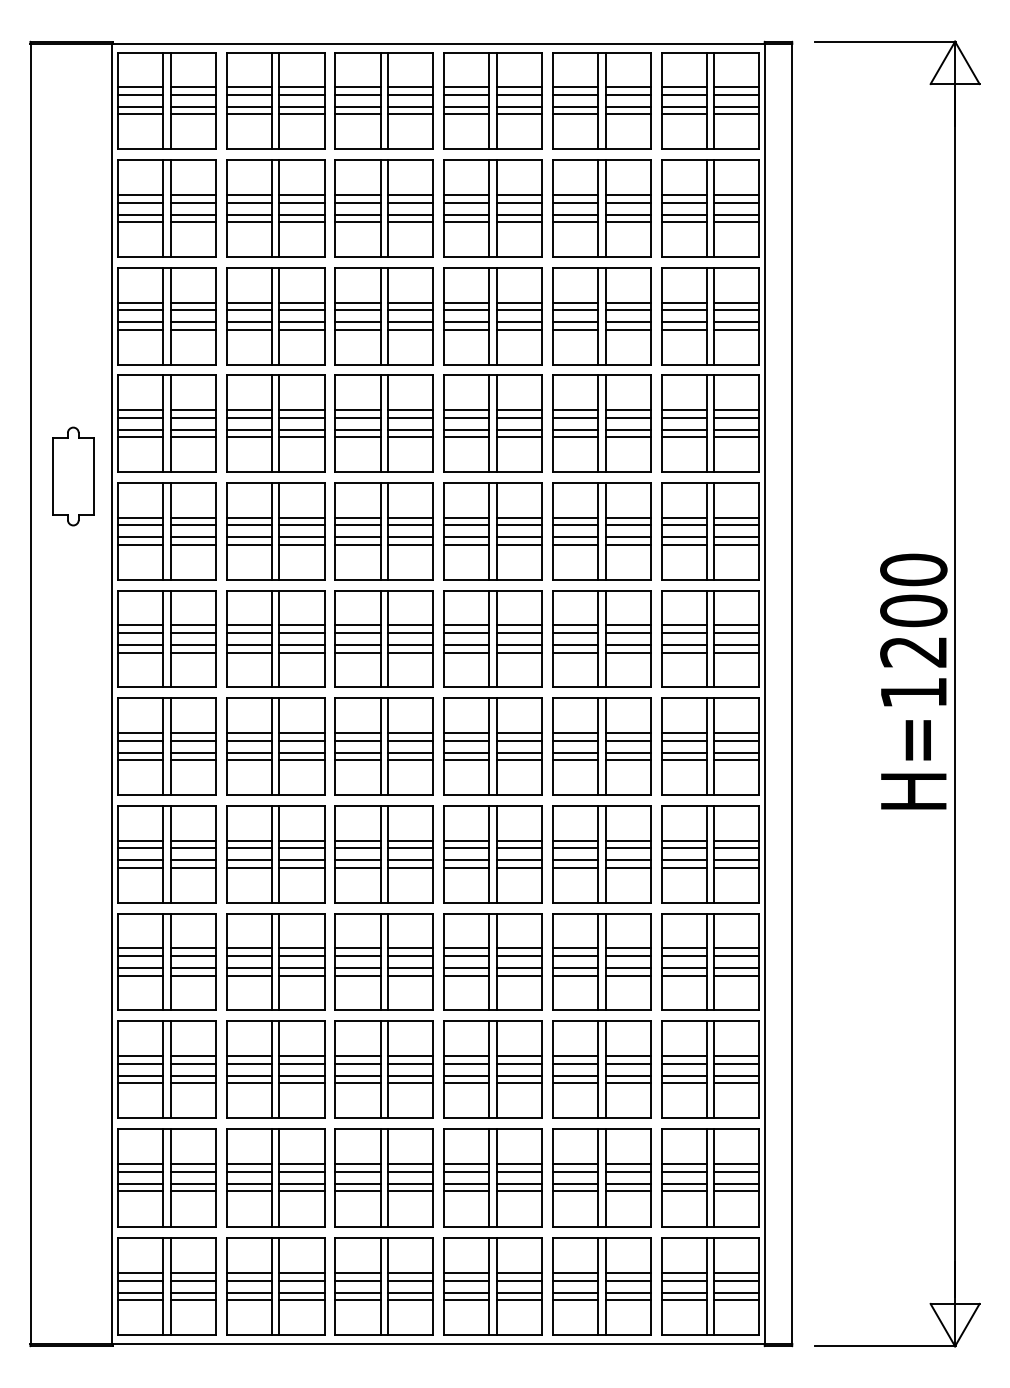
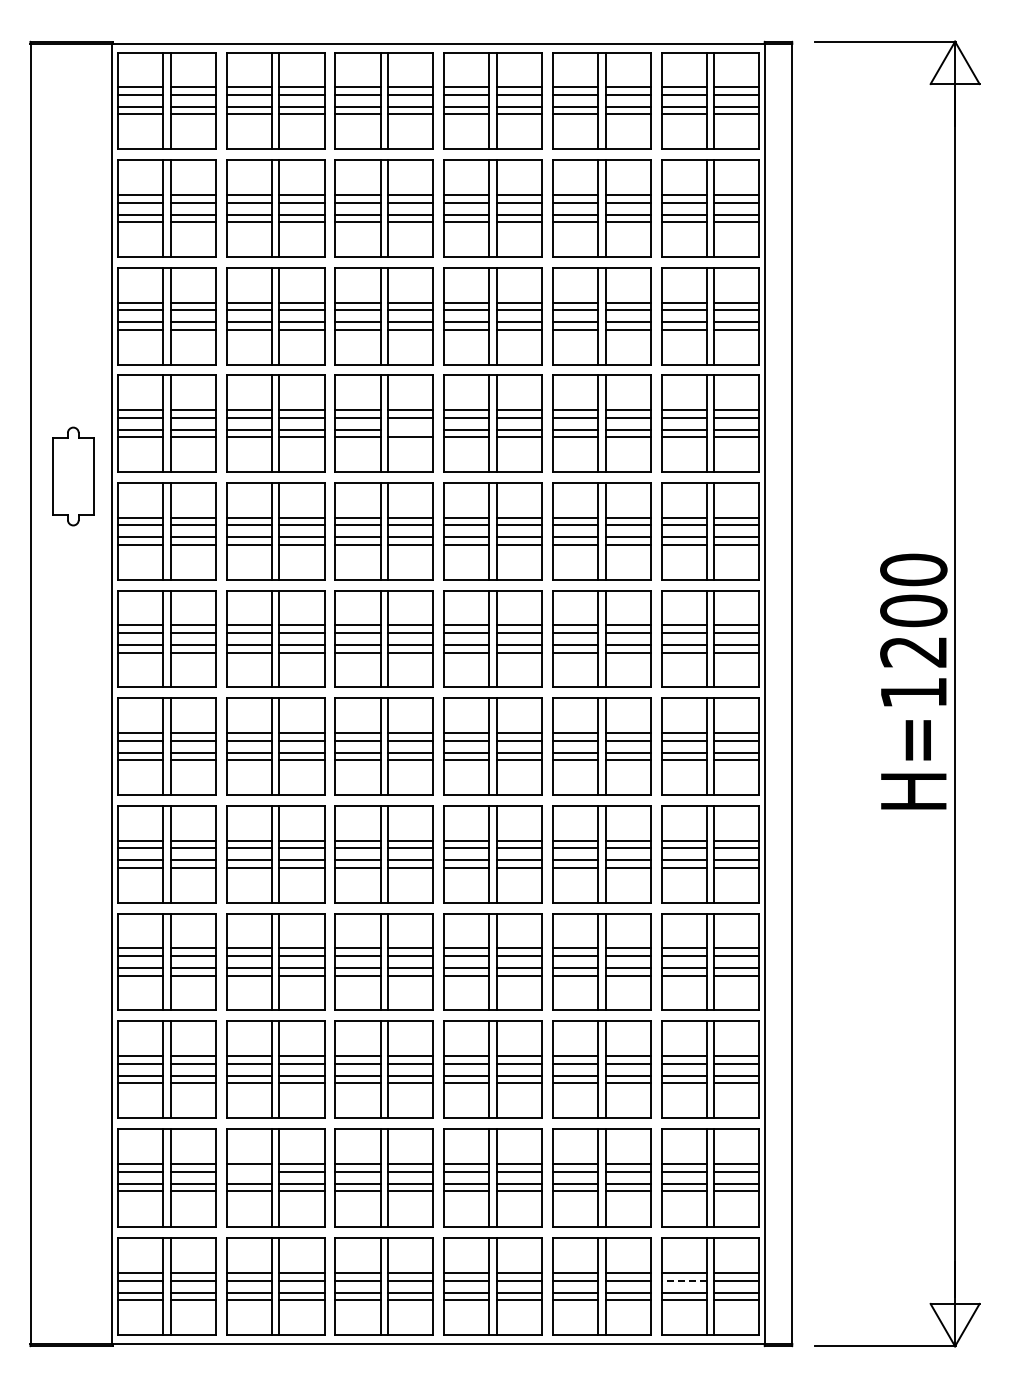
line at (410, 429): present -> none
line at (248, 1171): present -> none
line at (684, 1280): solid -> dashed
